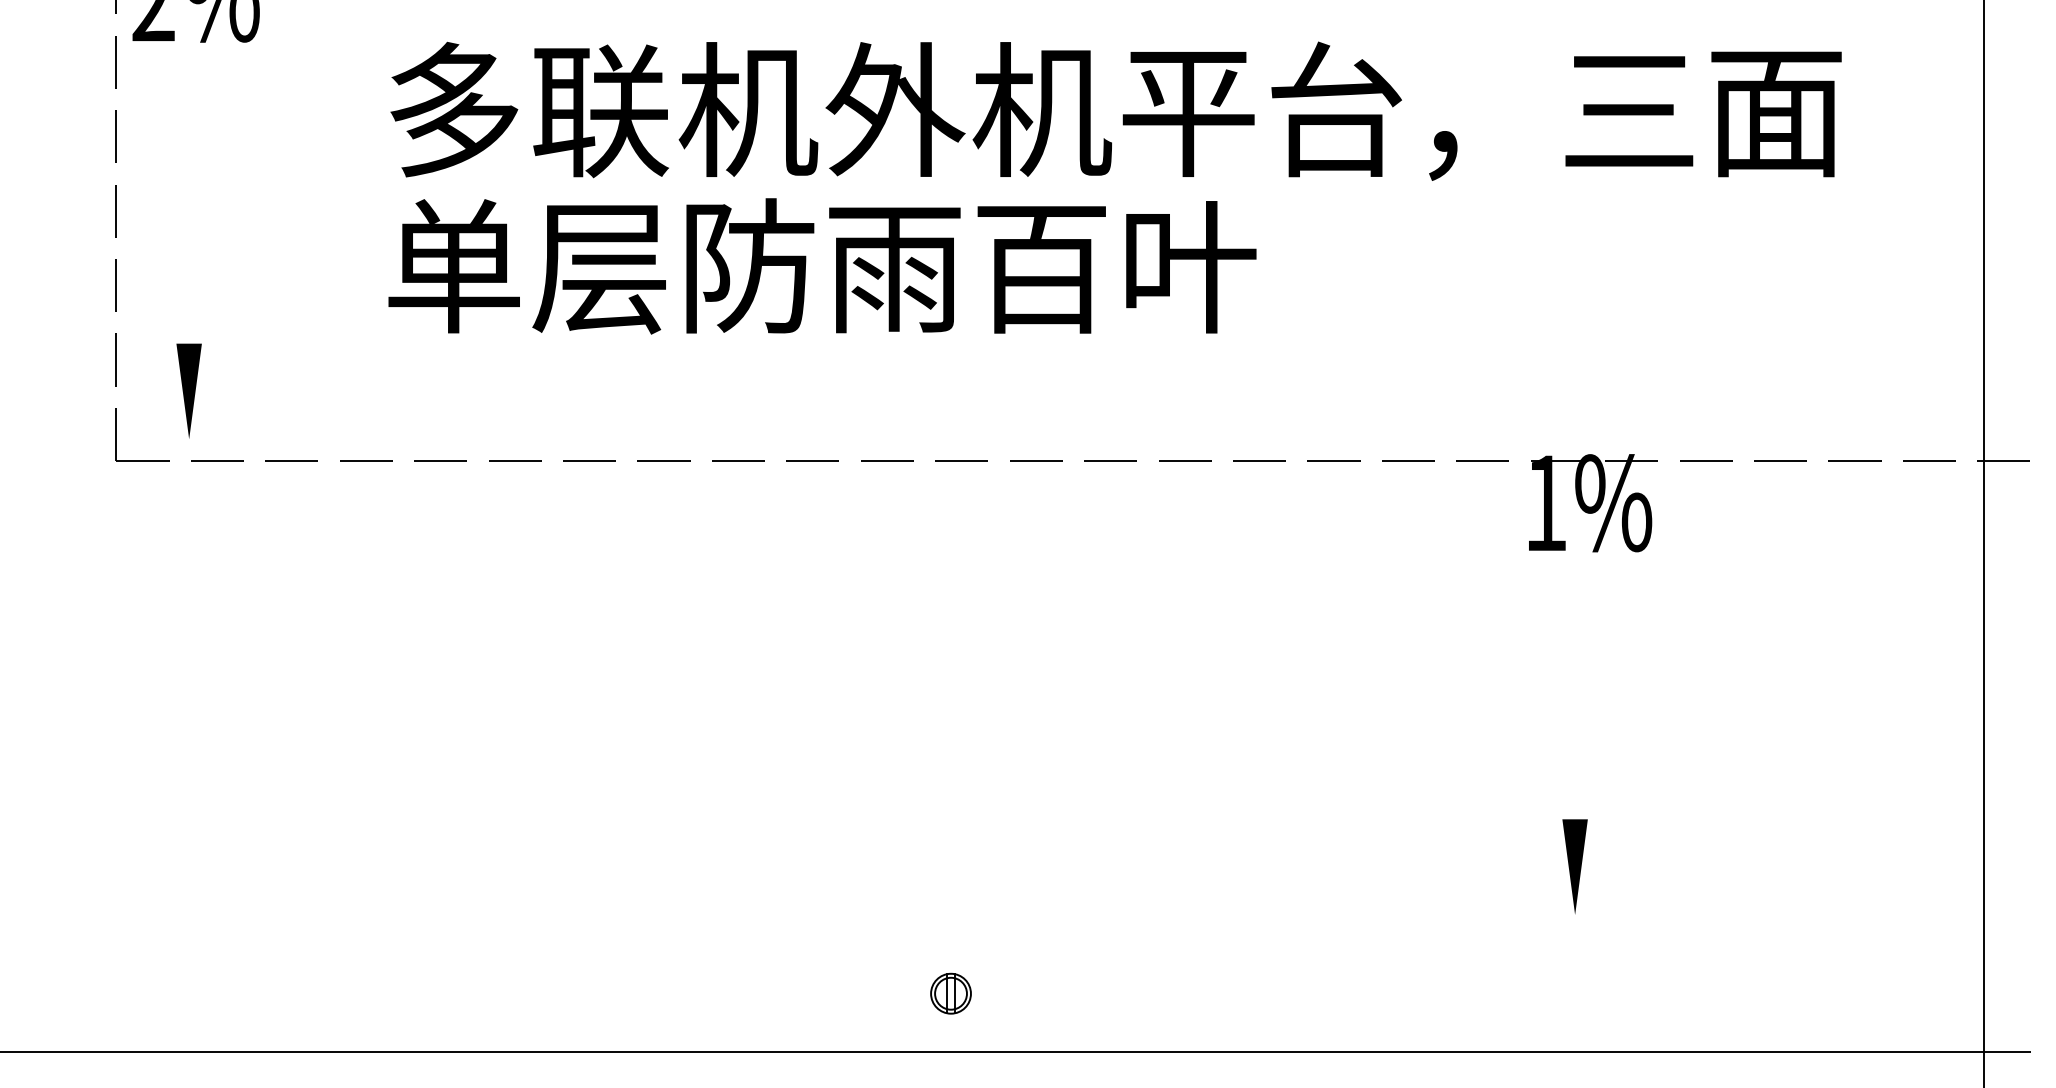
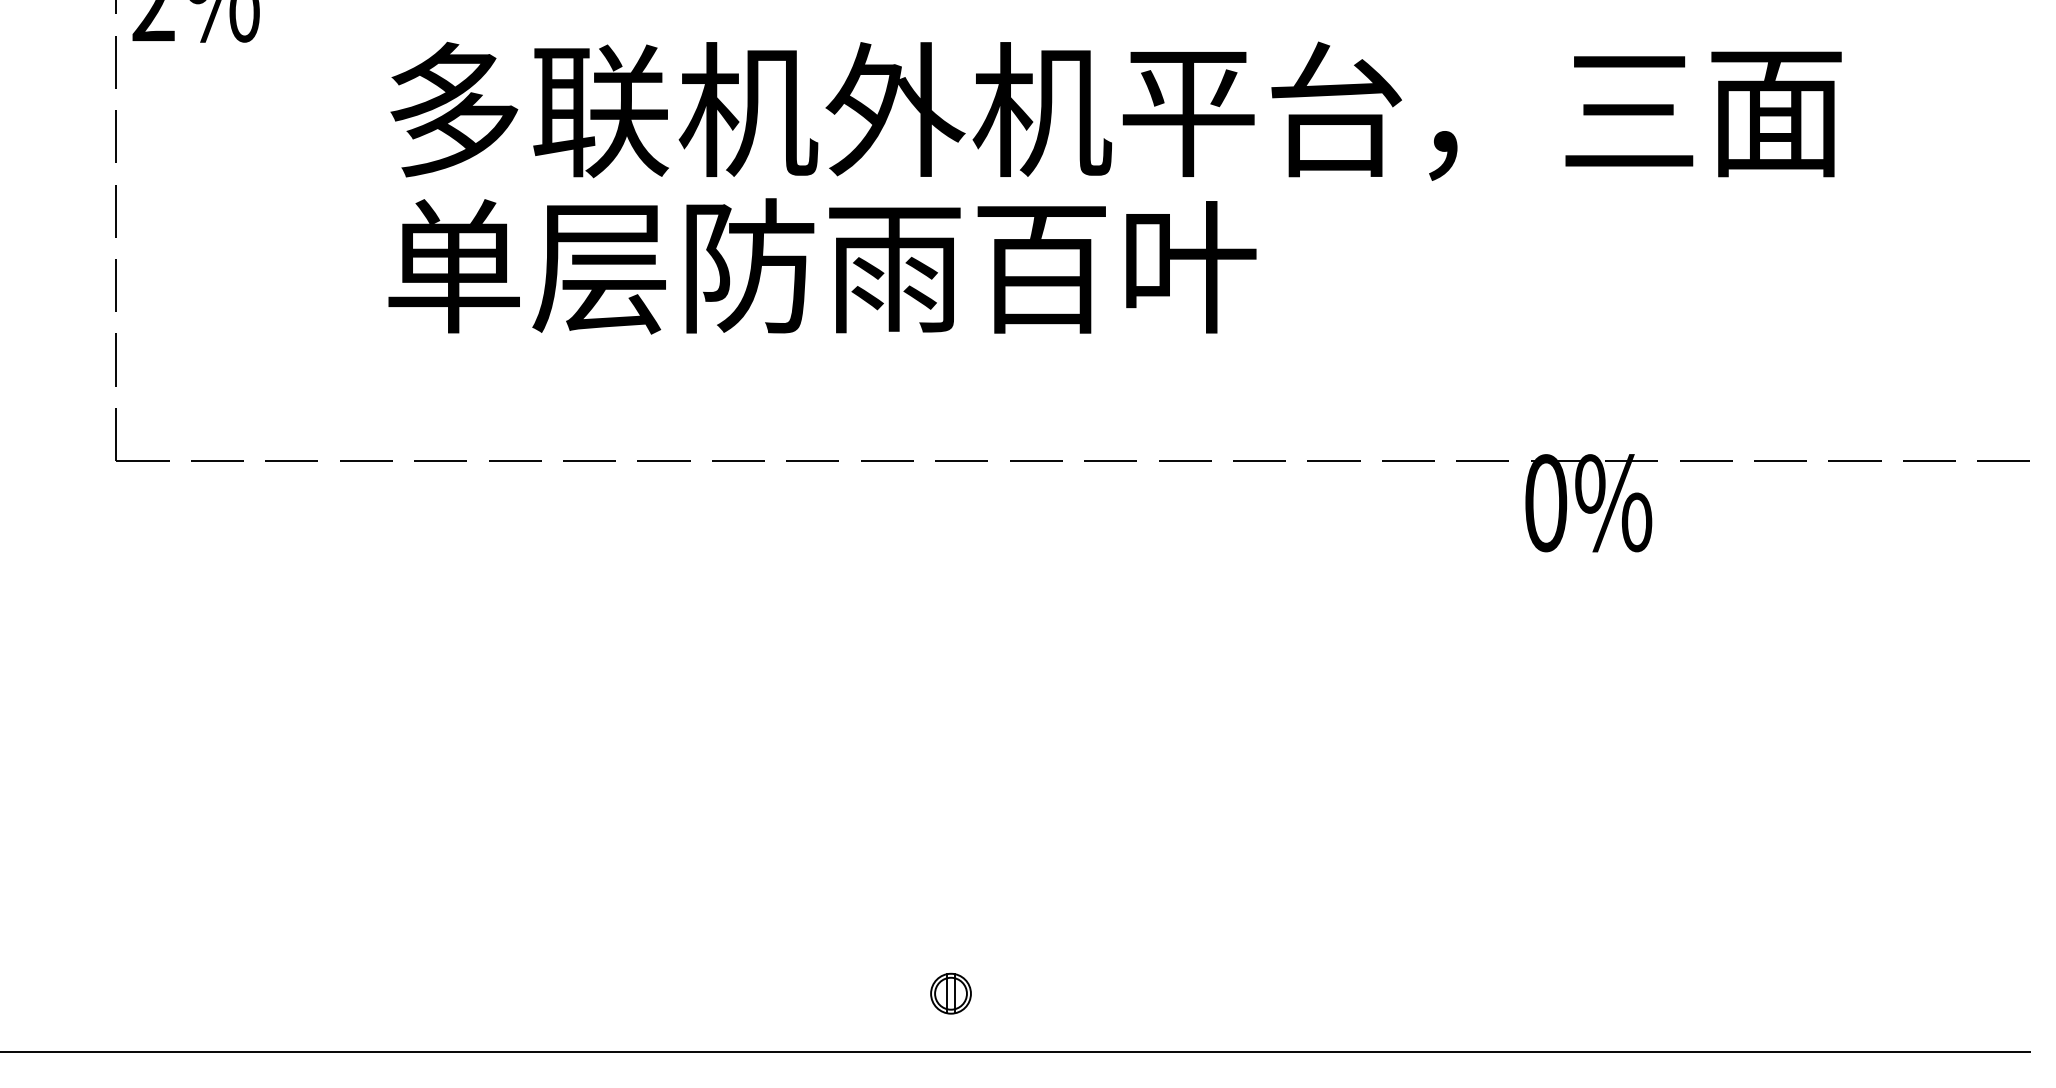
line at (188, 390): present -> none
text at (1546, 503): 1% -> 0%
line at (1983, 543): present -> none
line at (1574, 866): present -> none
